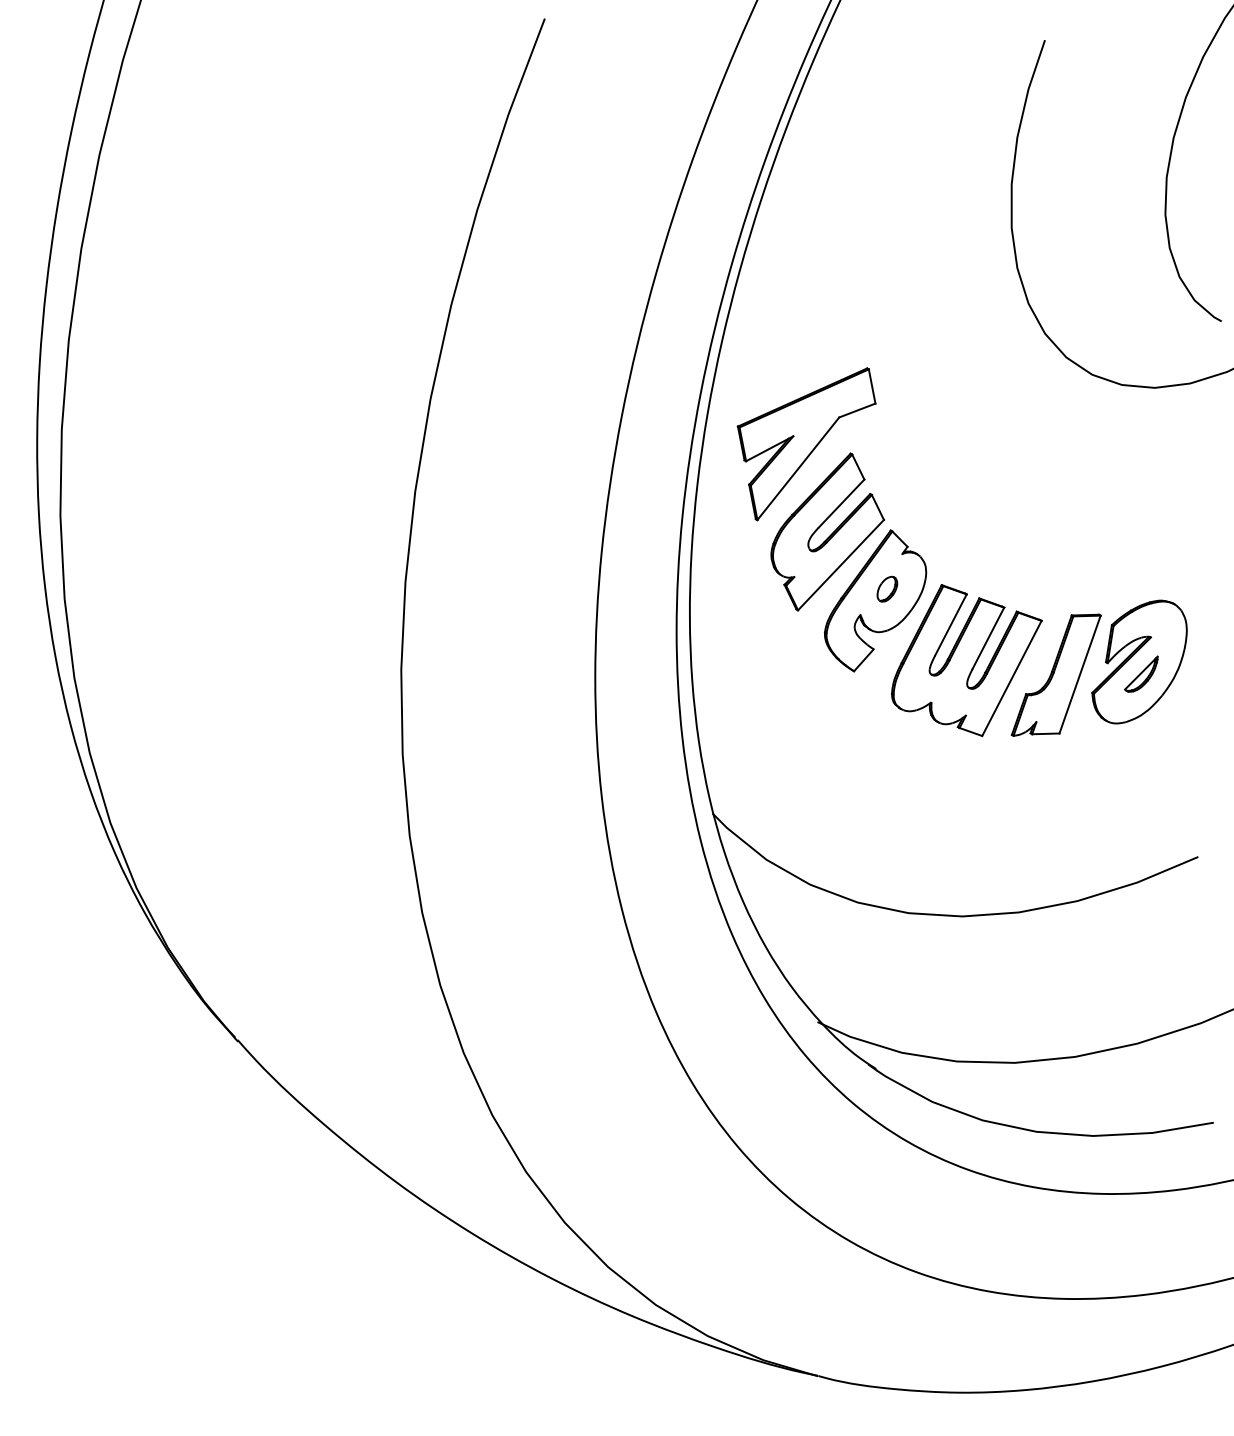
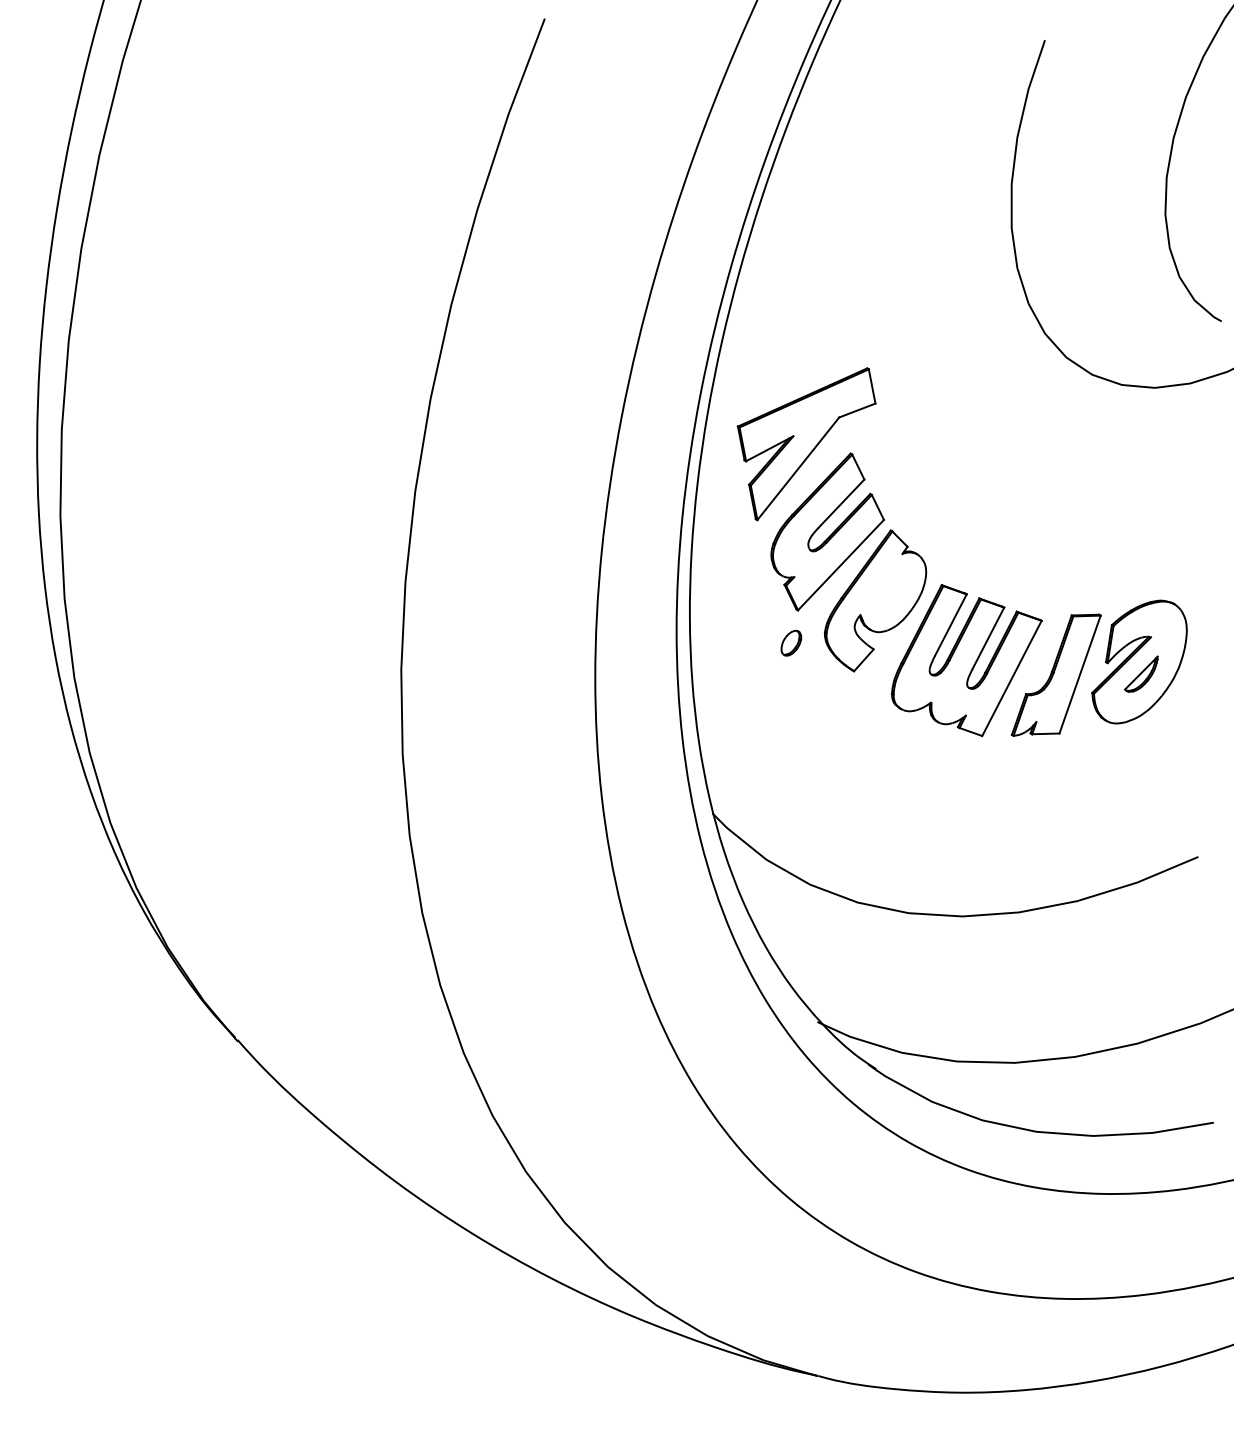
part at (887, 588) position: (887, 588) -> (791, 642)
